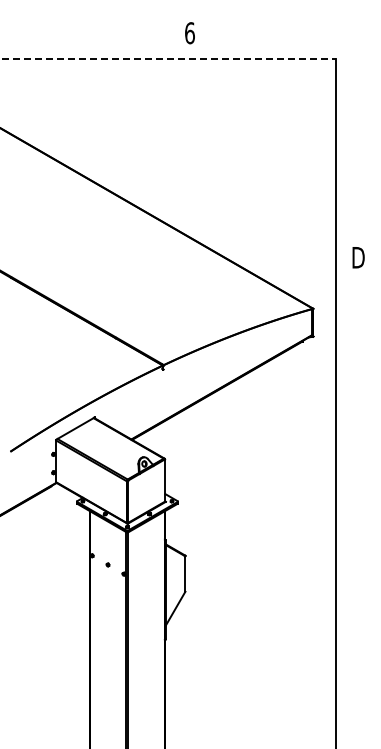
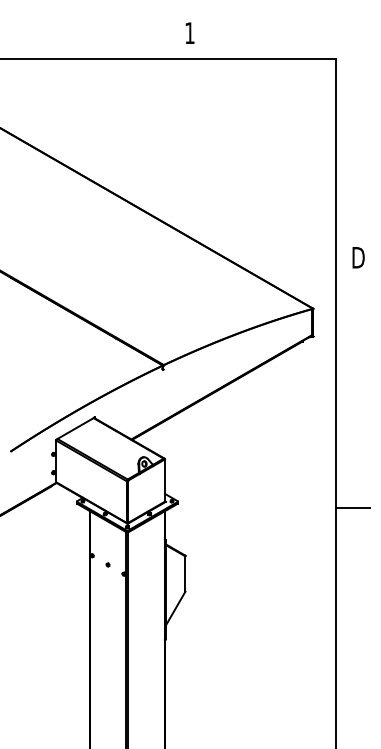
text at (189, 33): 6 -> 1
line at (168, 58): dashed -> solid
line at (352, 507): none -> present
